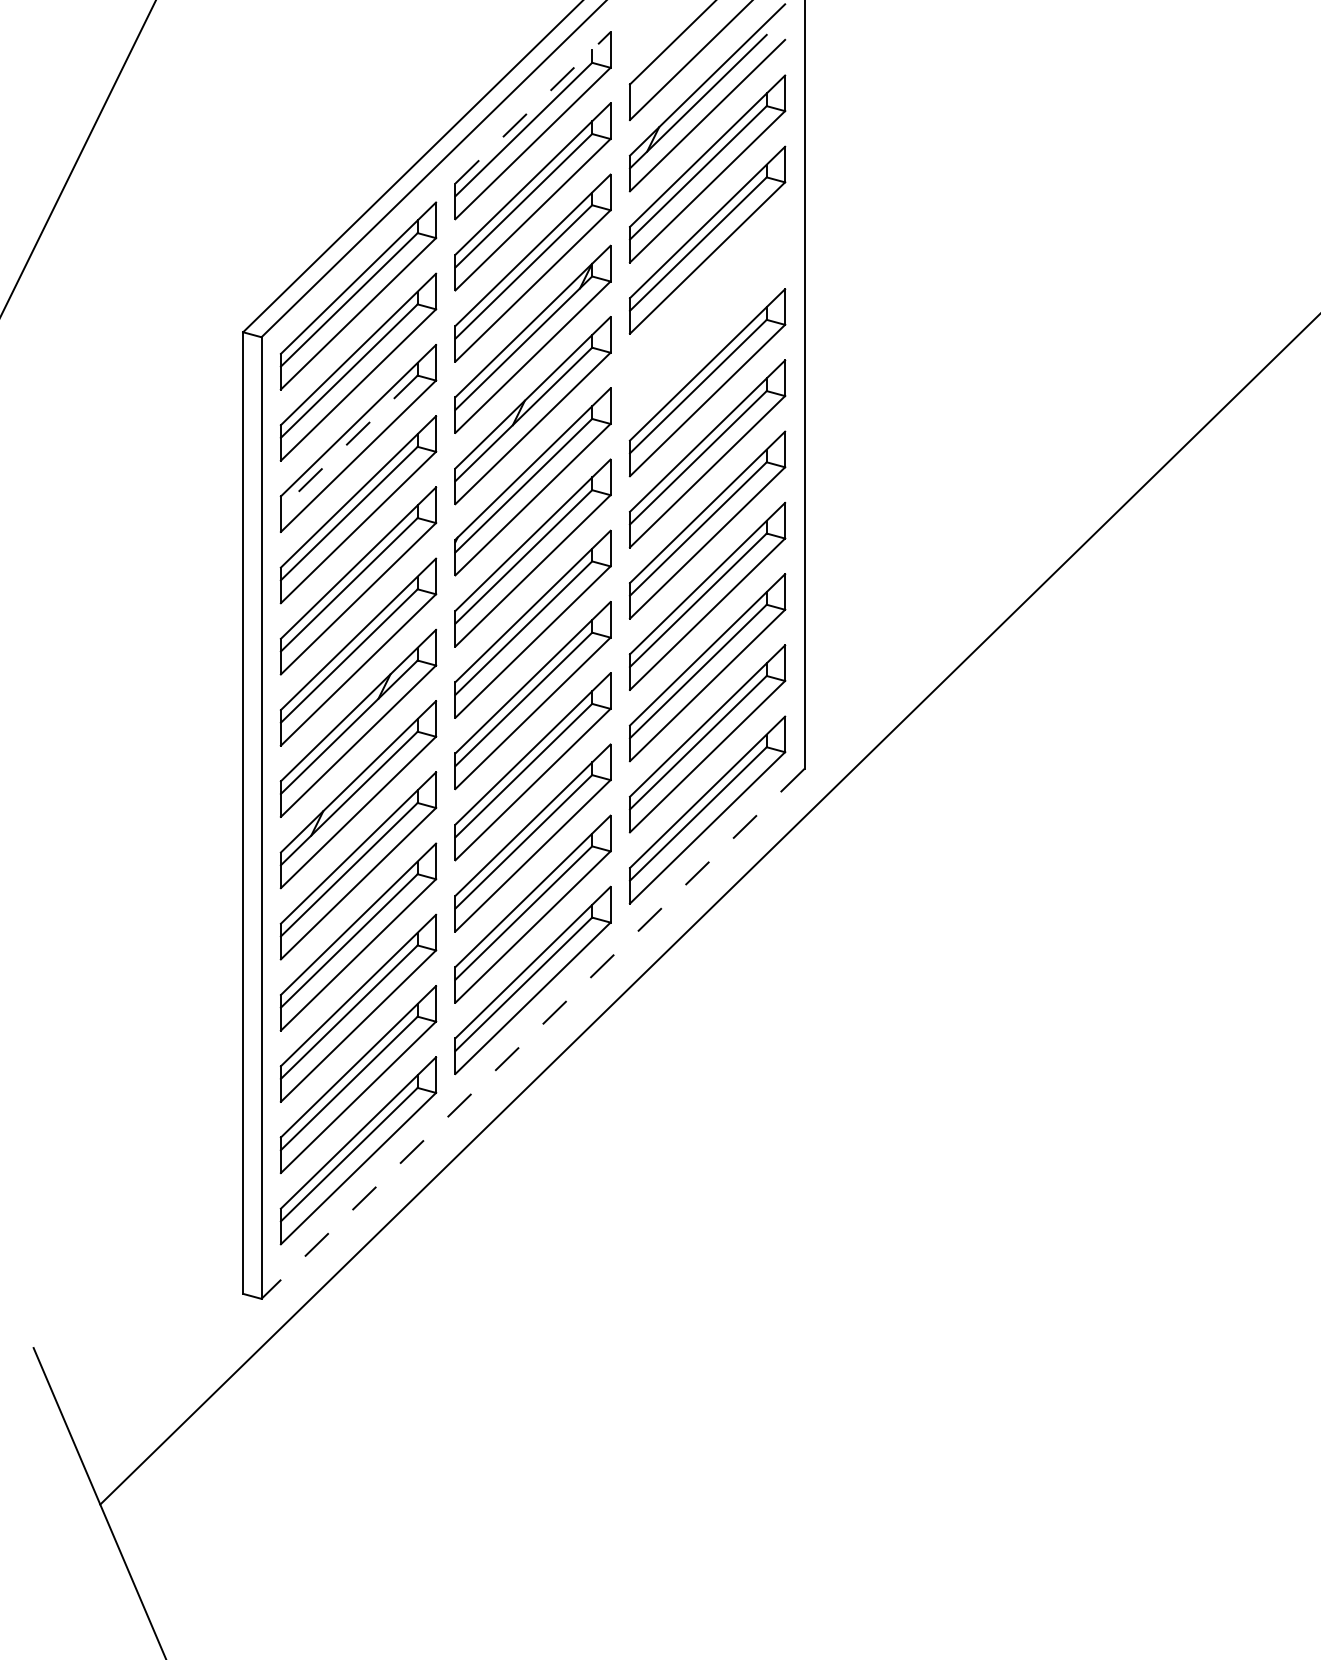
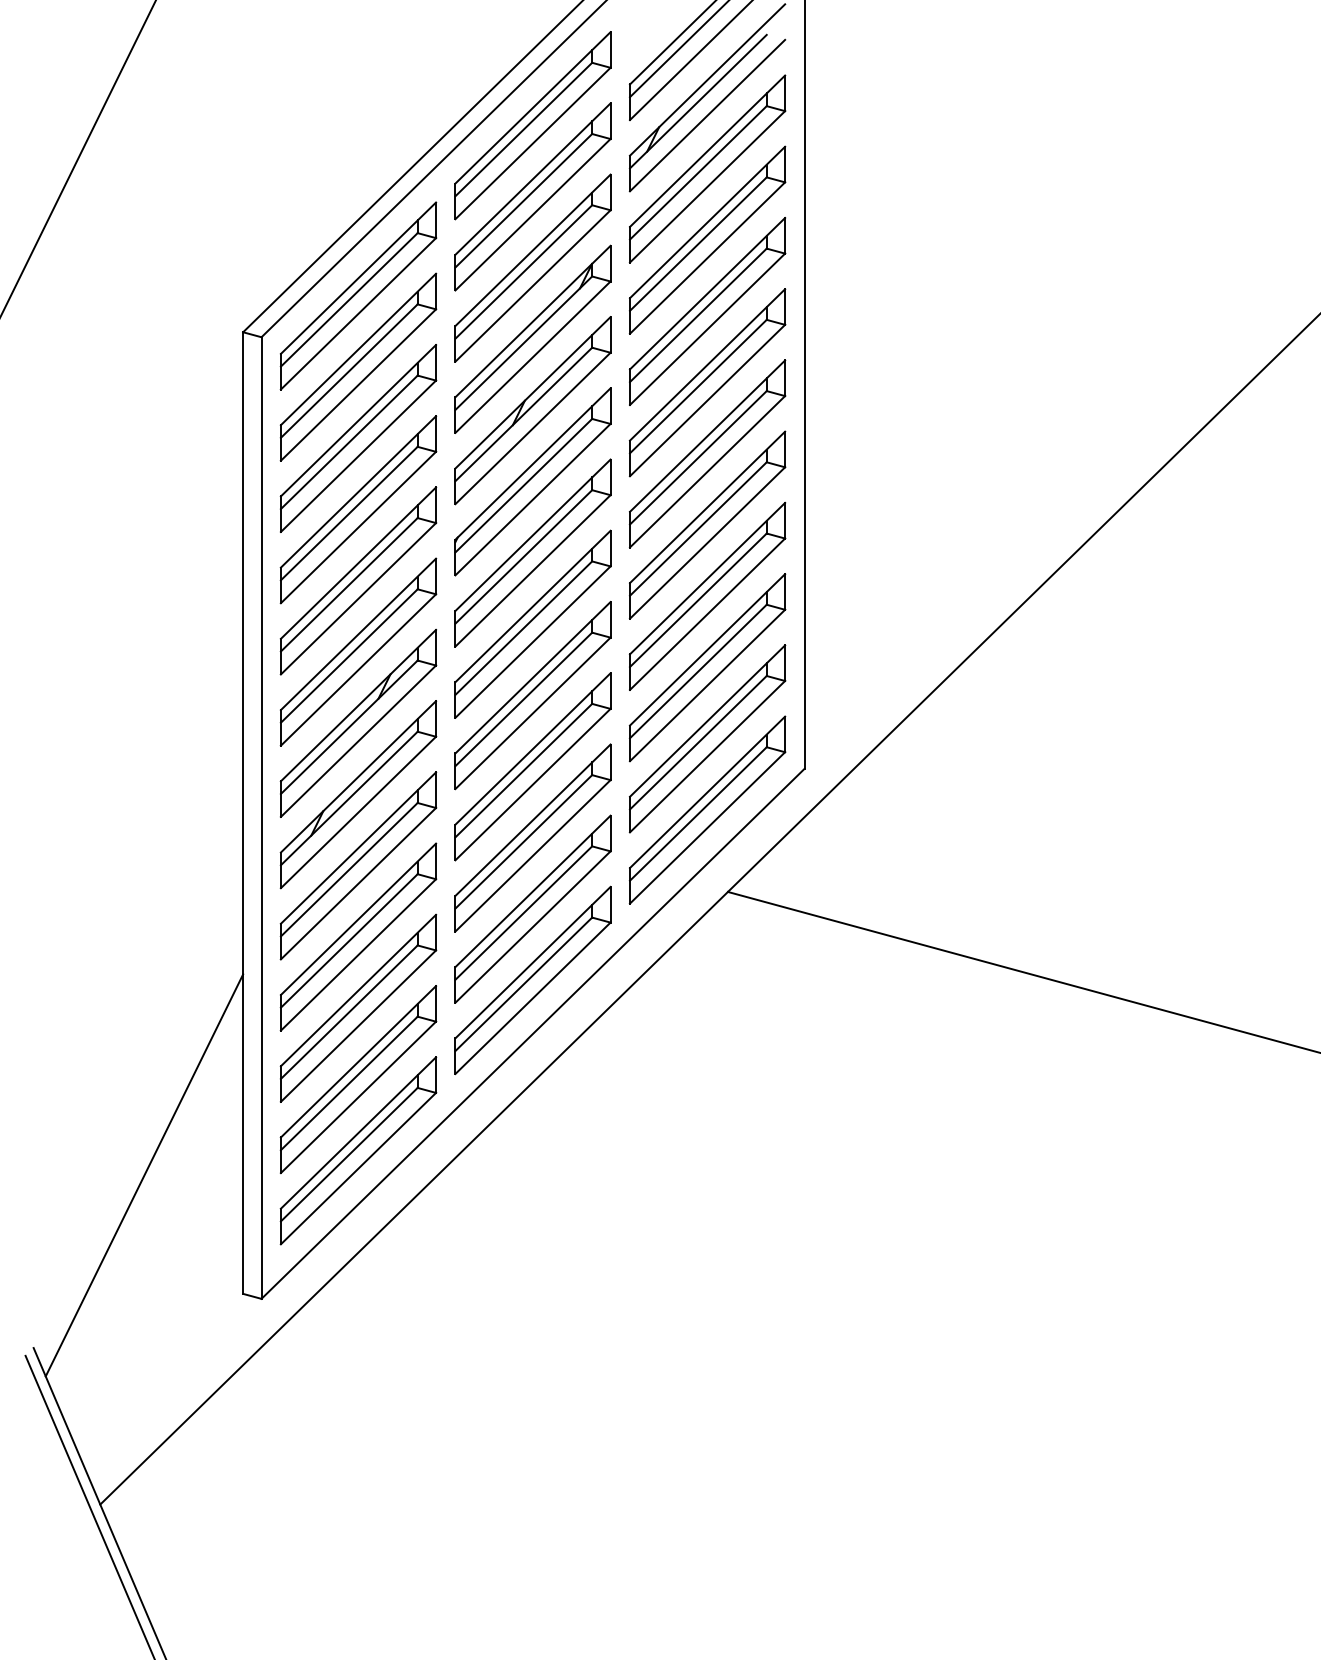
line at (678, 49): none -> present
line at (533, 107): dashed -> solid
part at (707, 311): none -> present
line at (349, 442): dashed -> solid
line at (1022, 971): none -> present
line at (532, 1034): dashed -> solid
line at (144, 1175): none -> present
line at (89, 1505): none -> present
